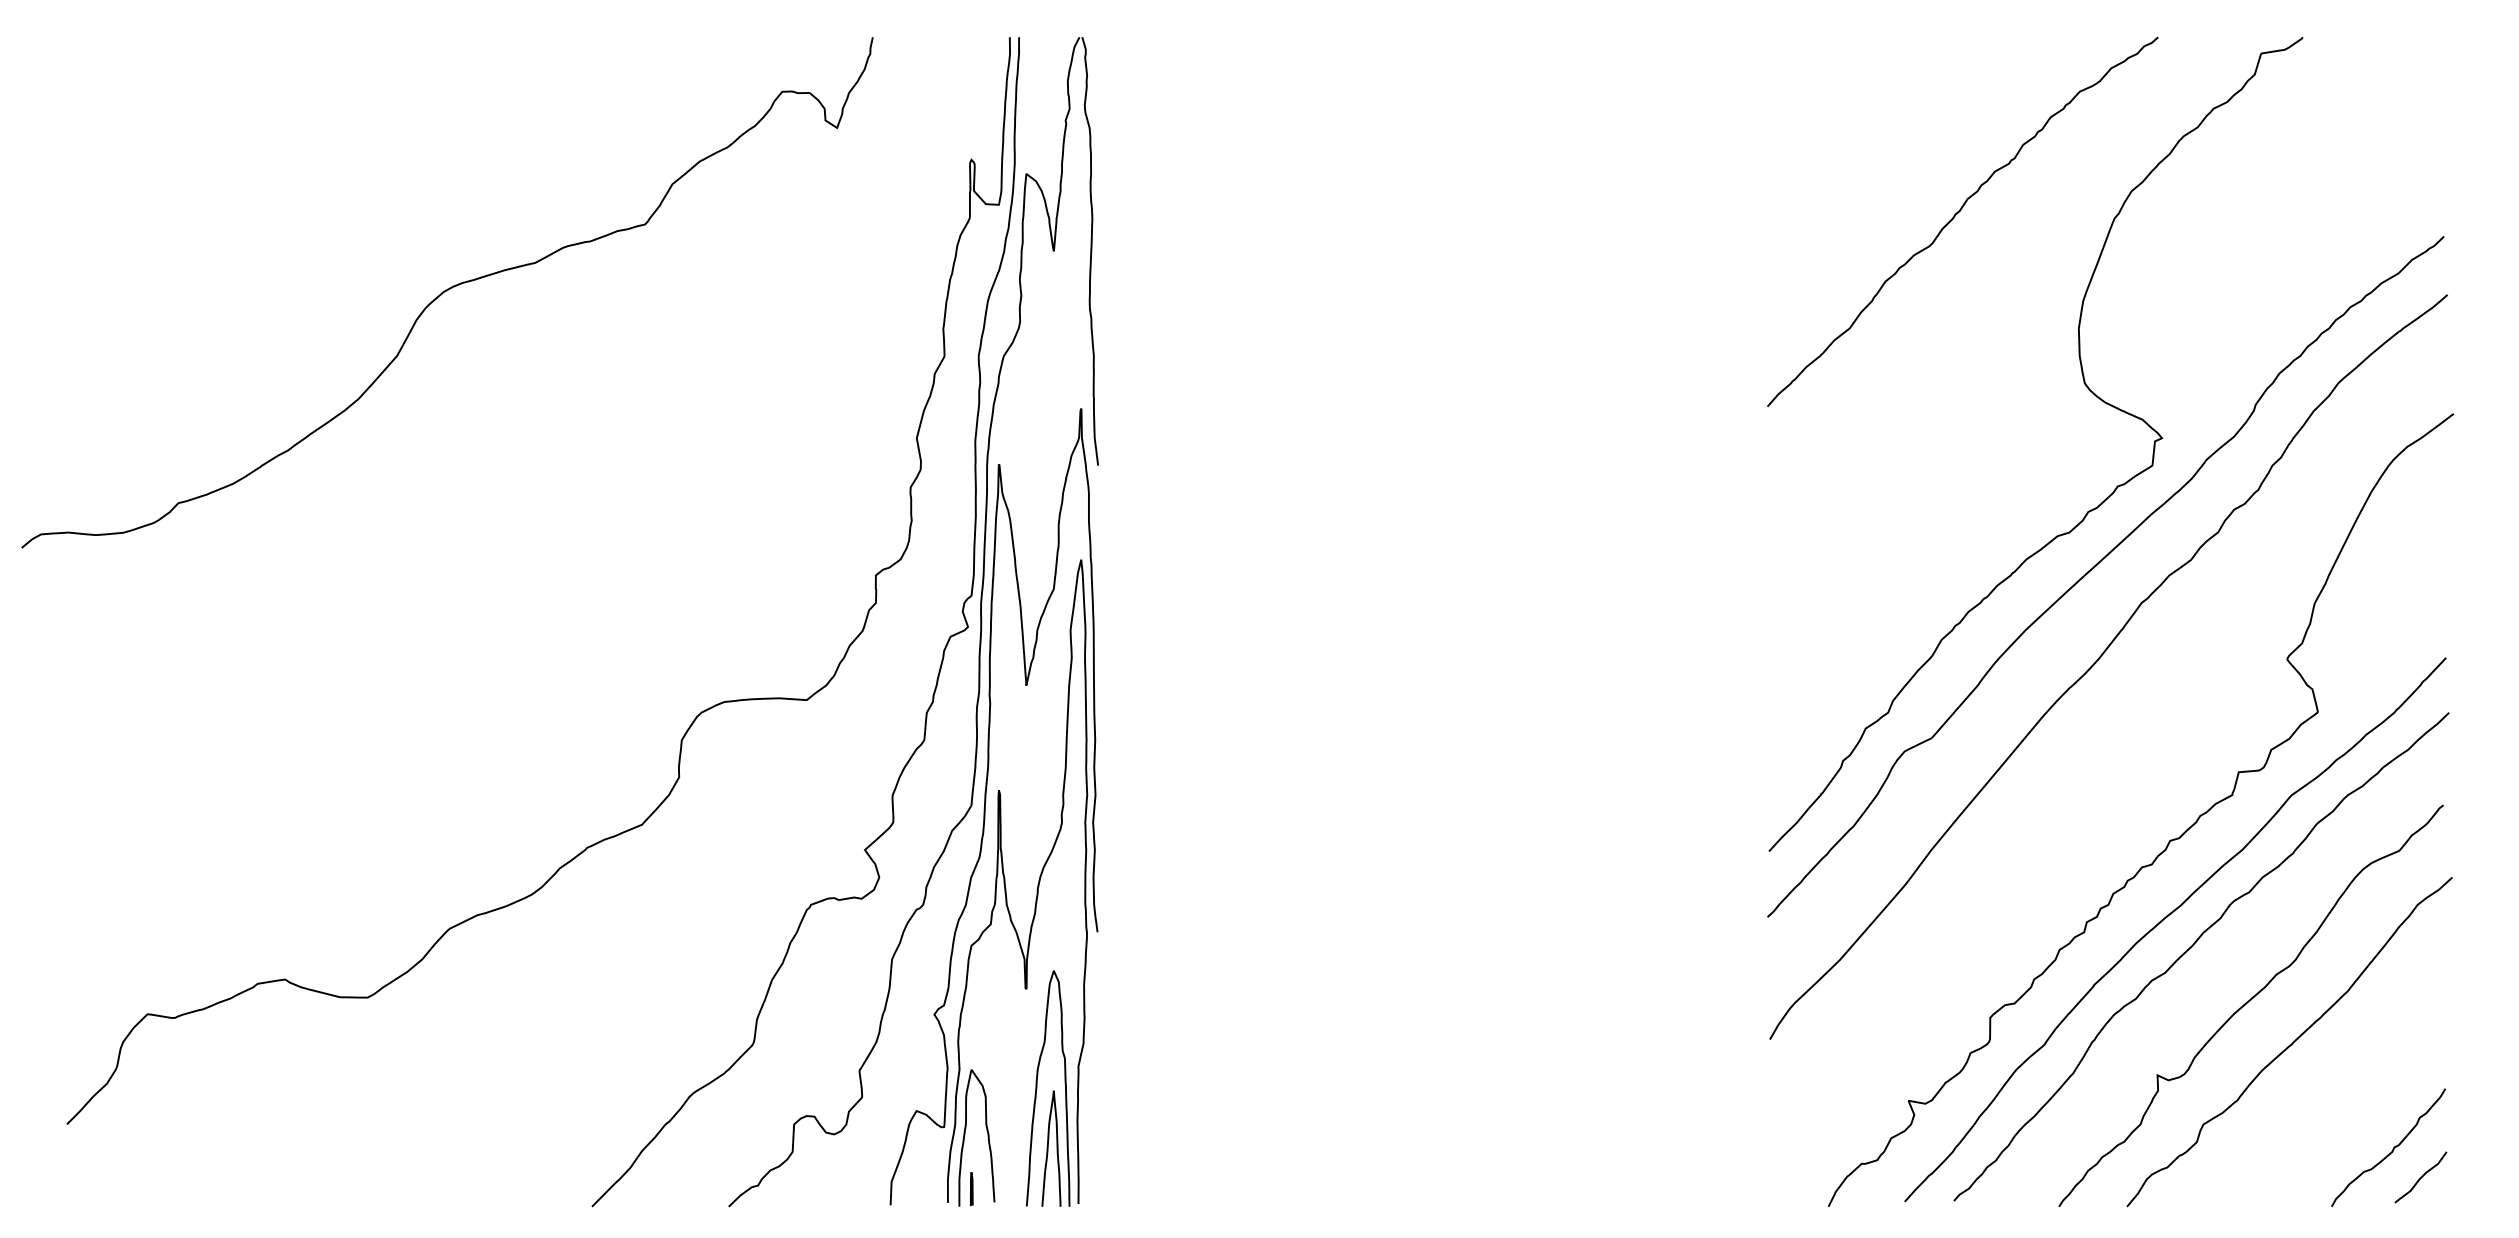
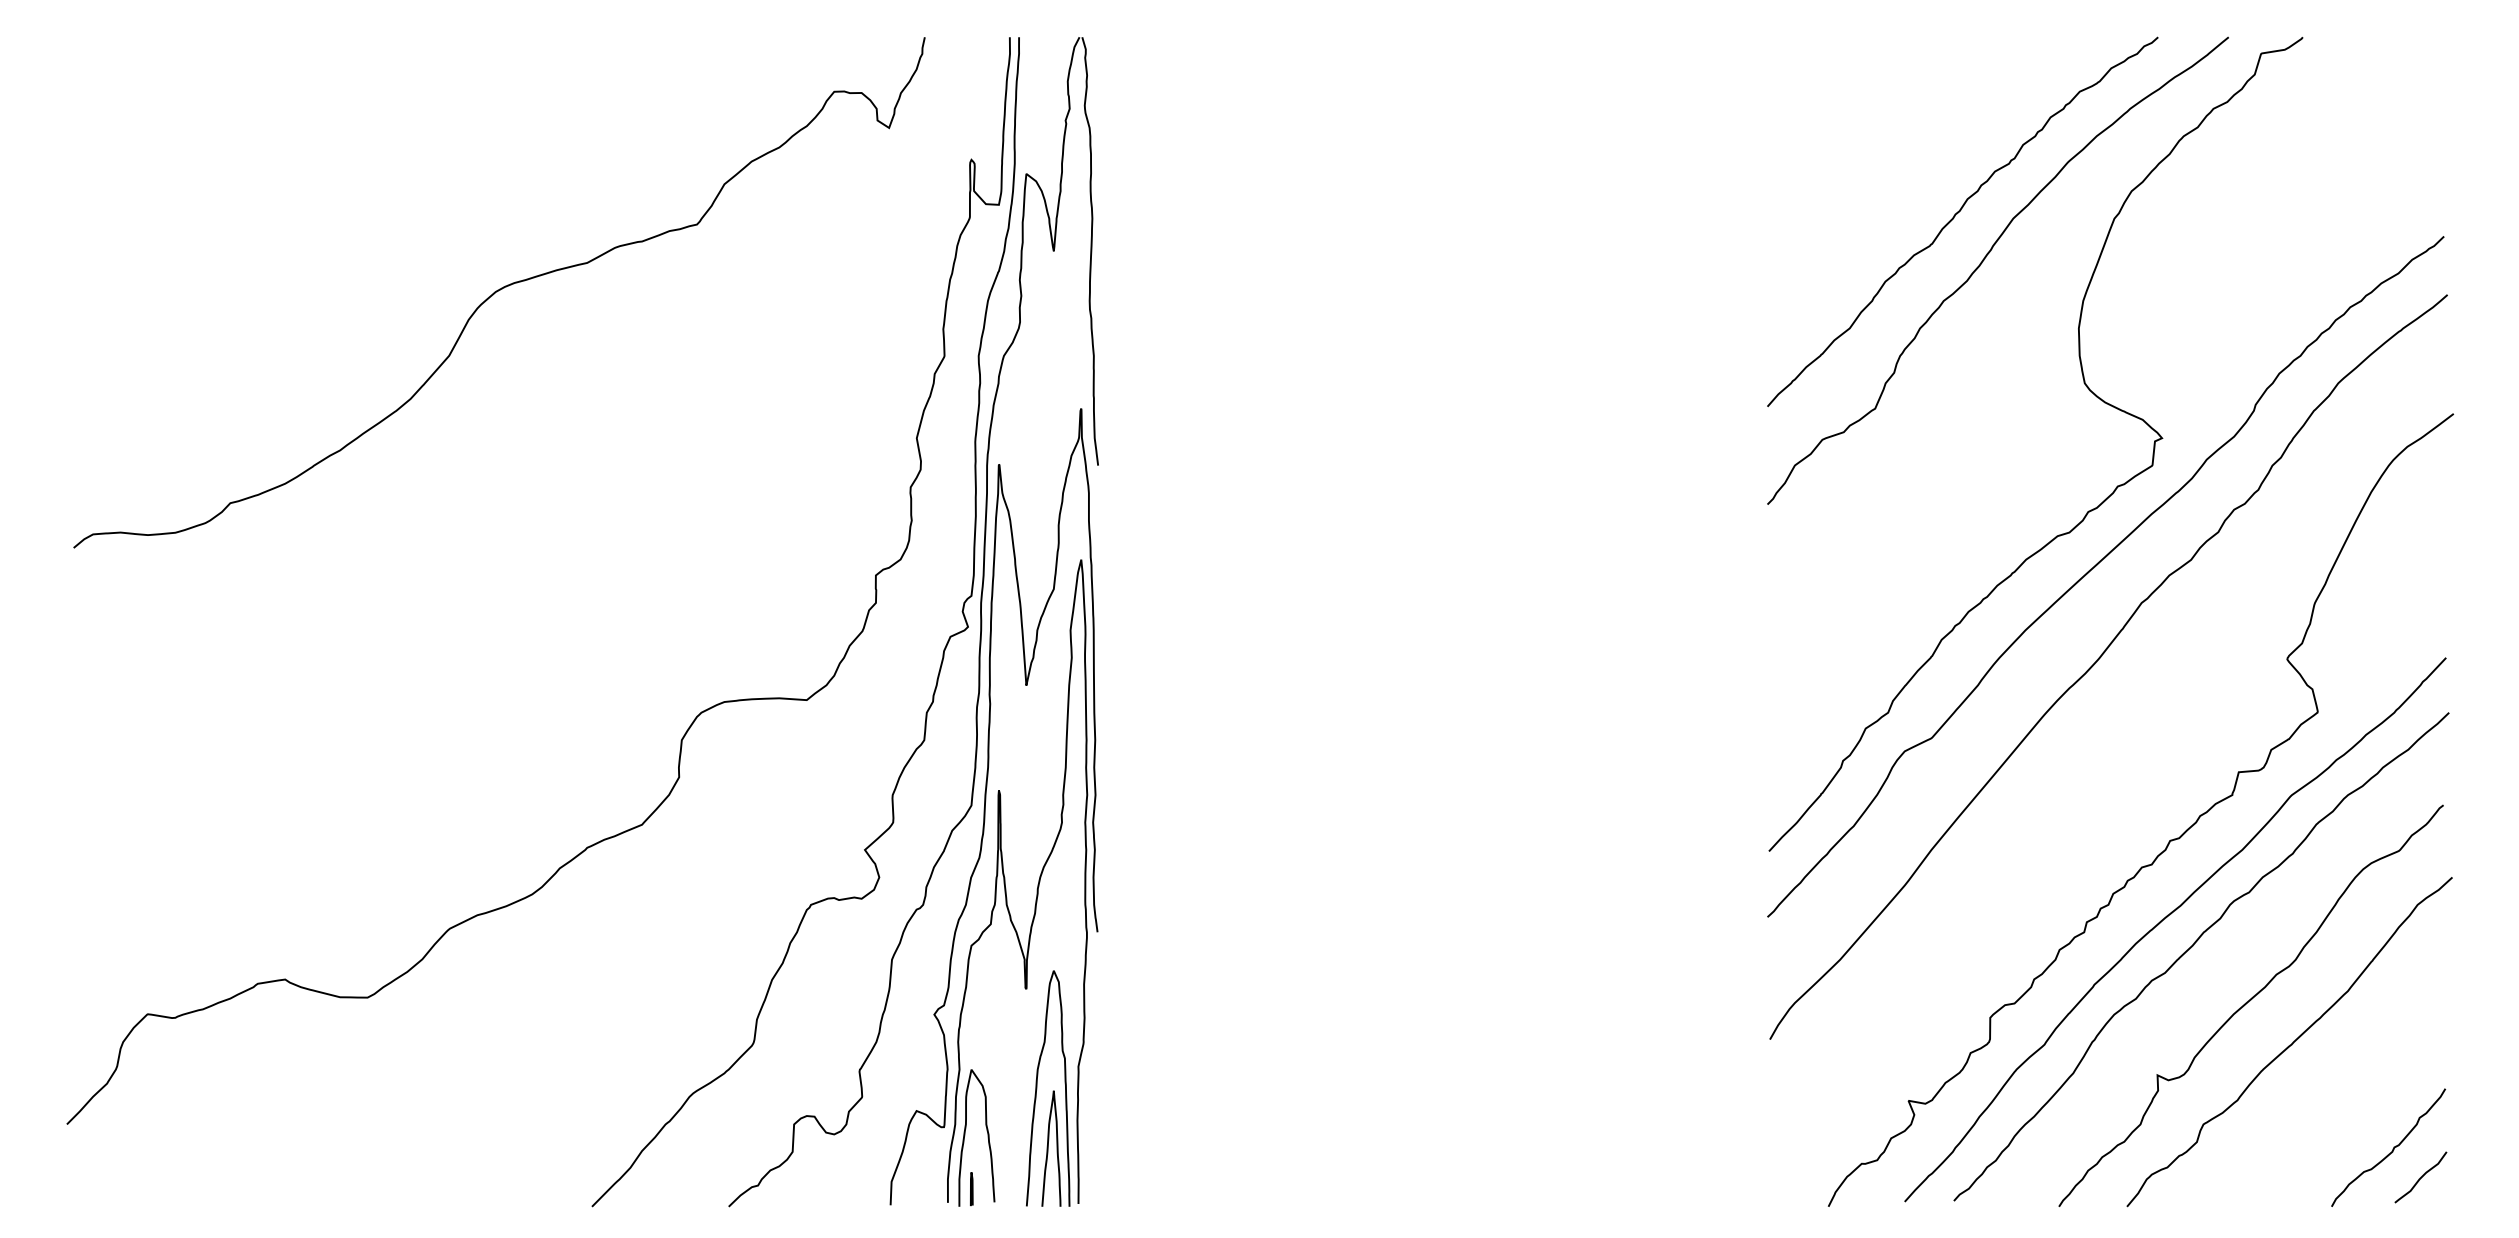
curve at (1984, 260): none -> present
curve at (446, 291) position: (446, 291) -> (498, 291)
